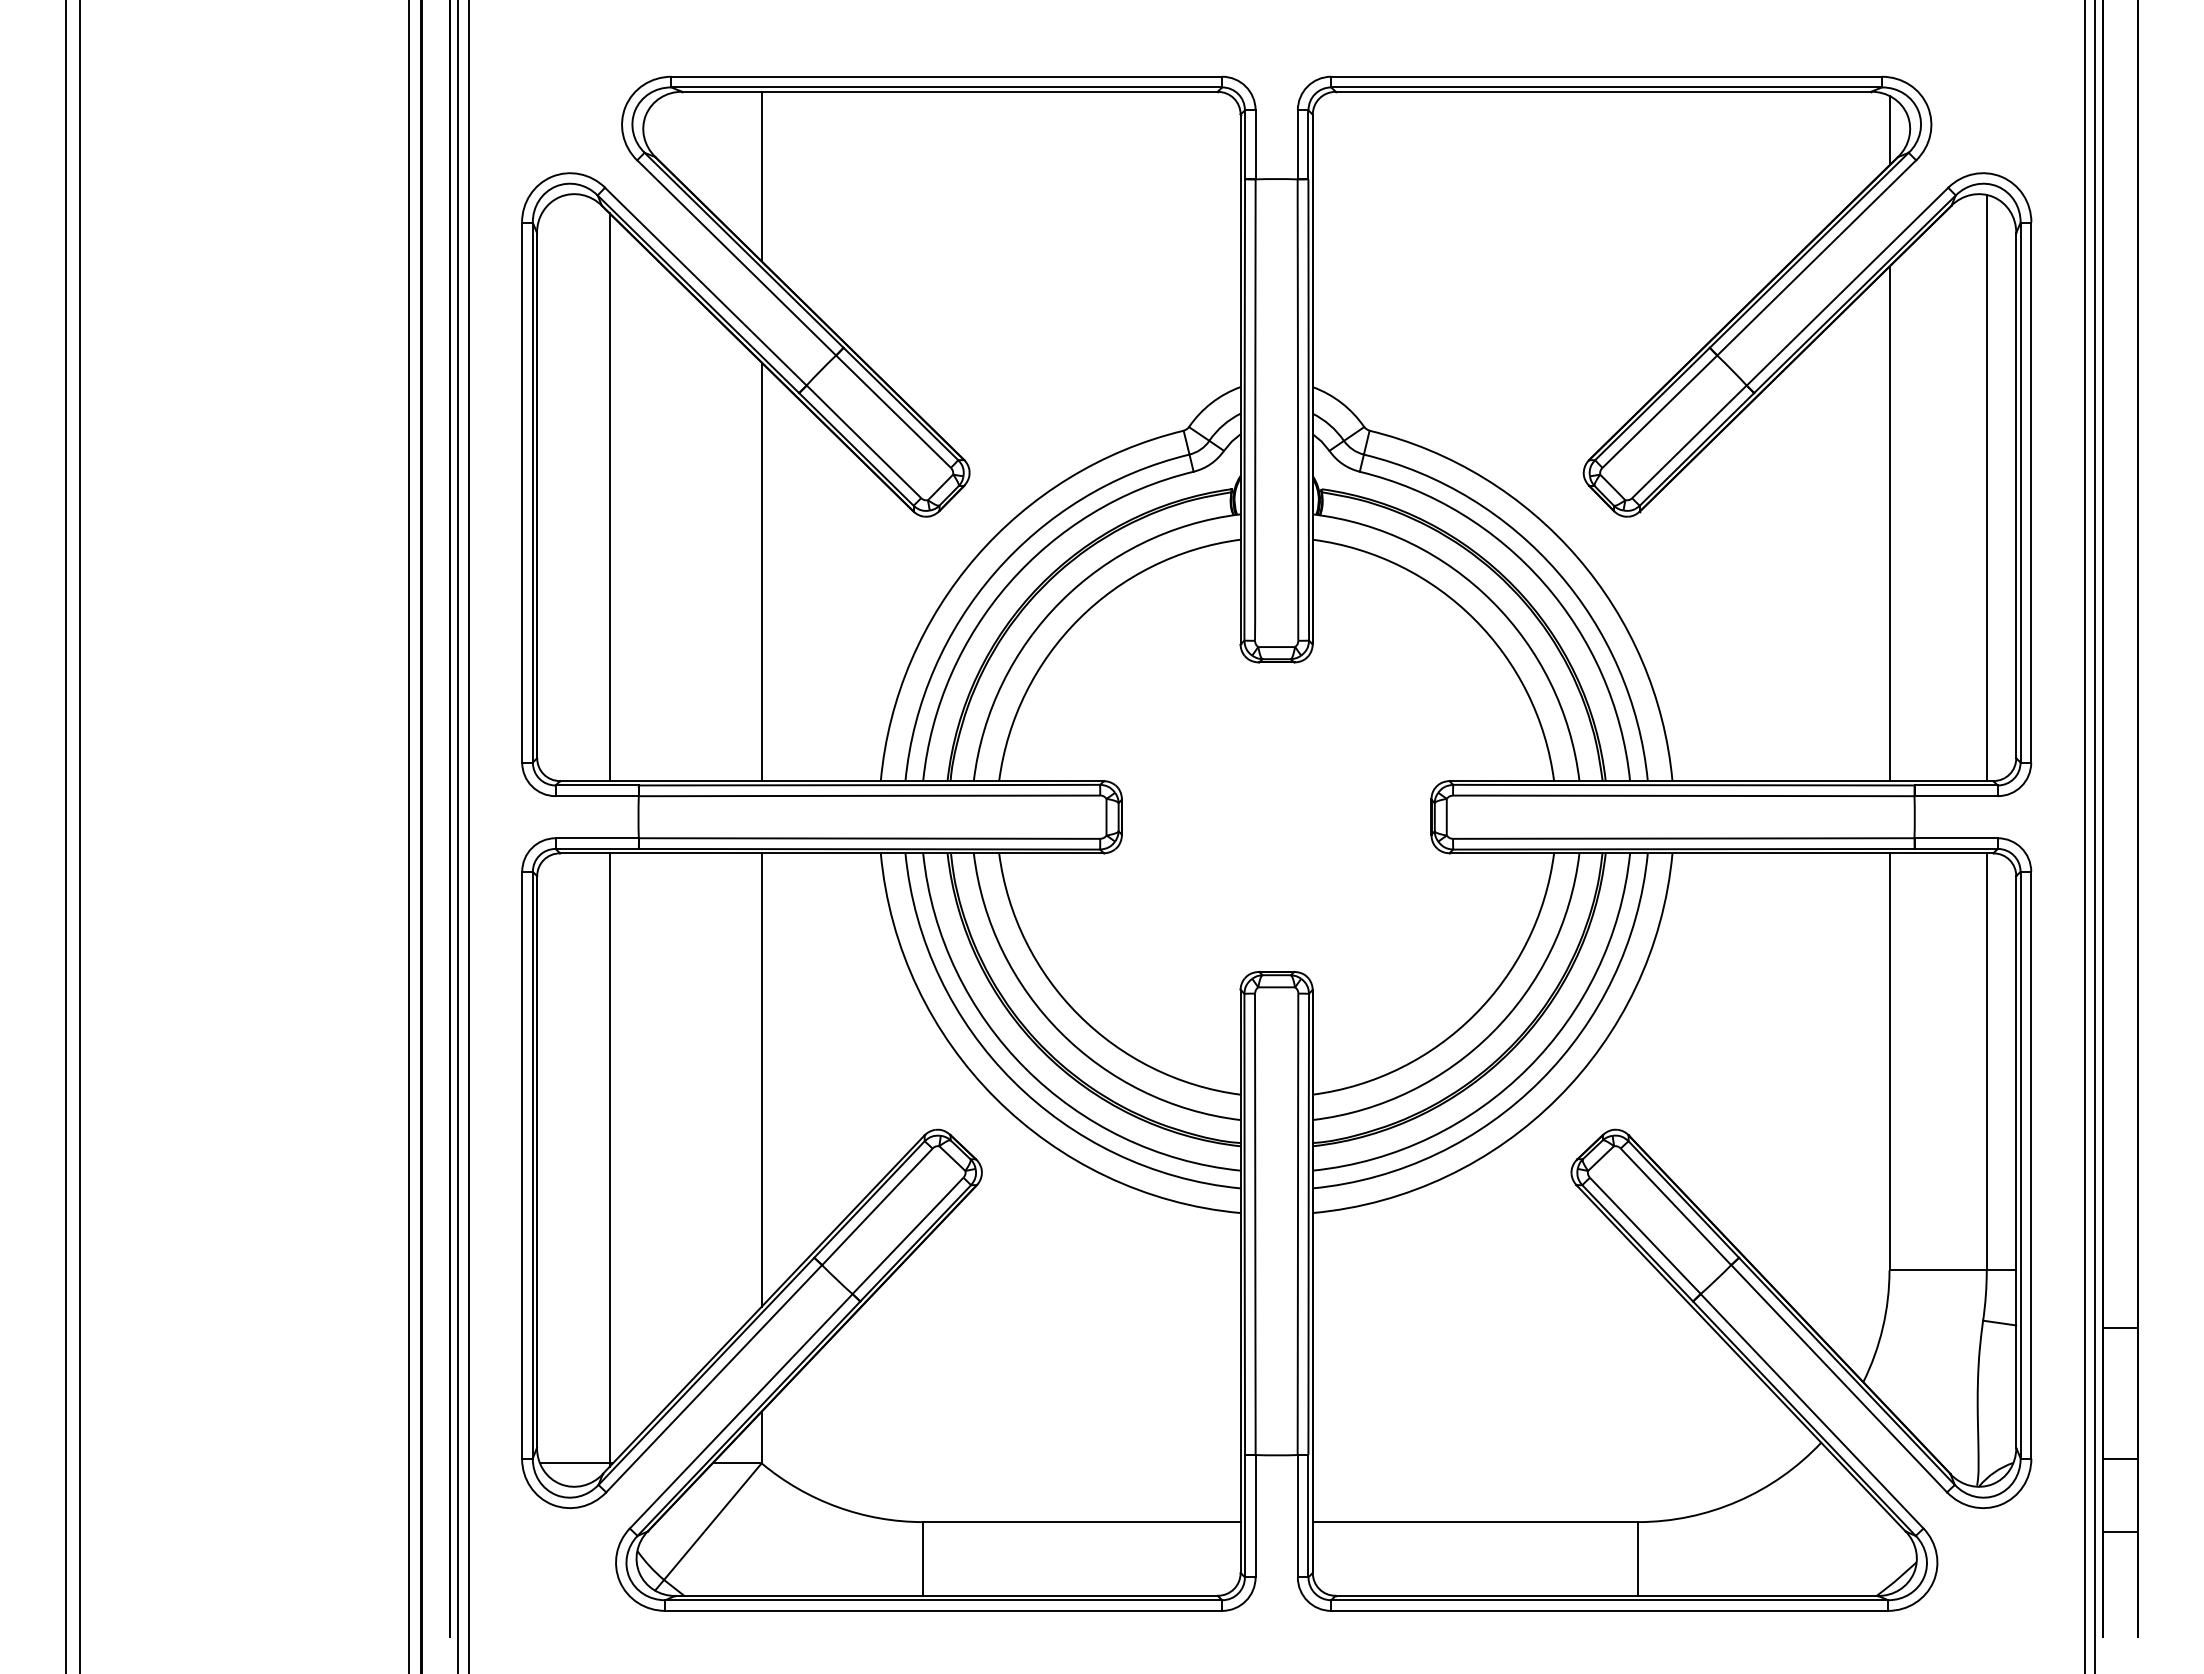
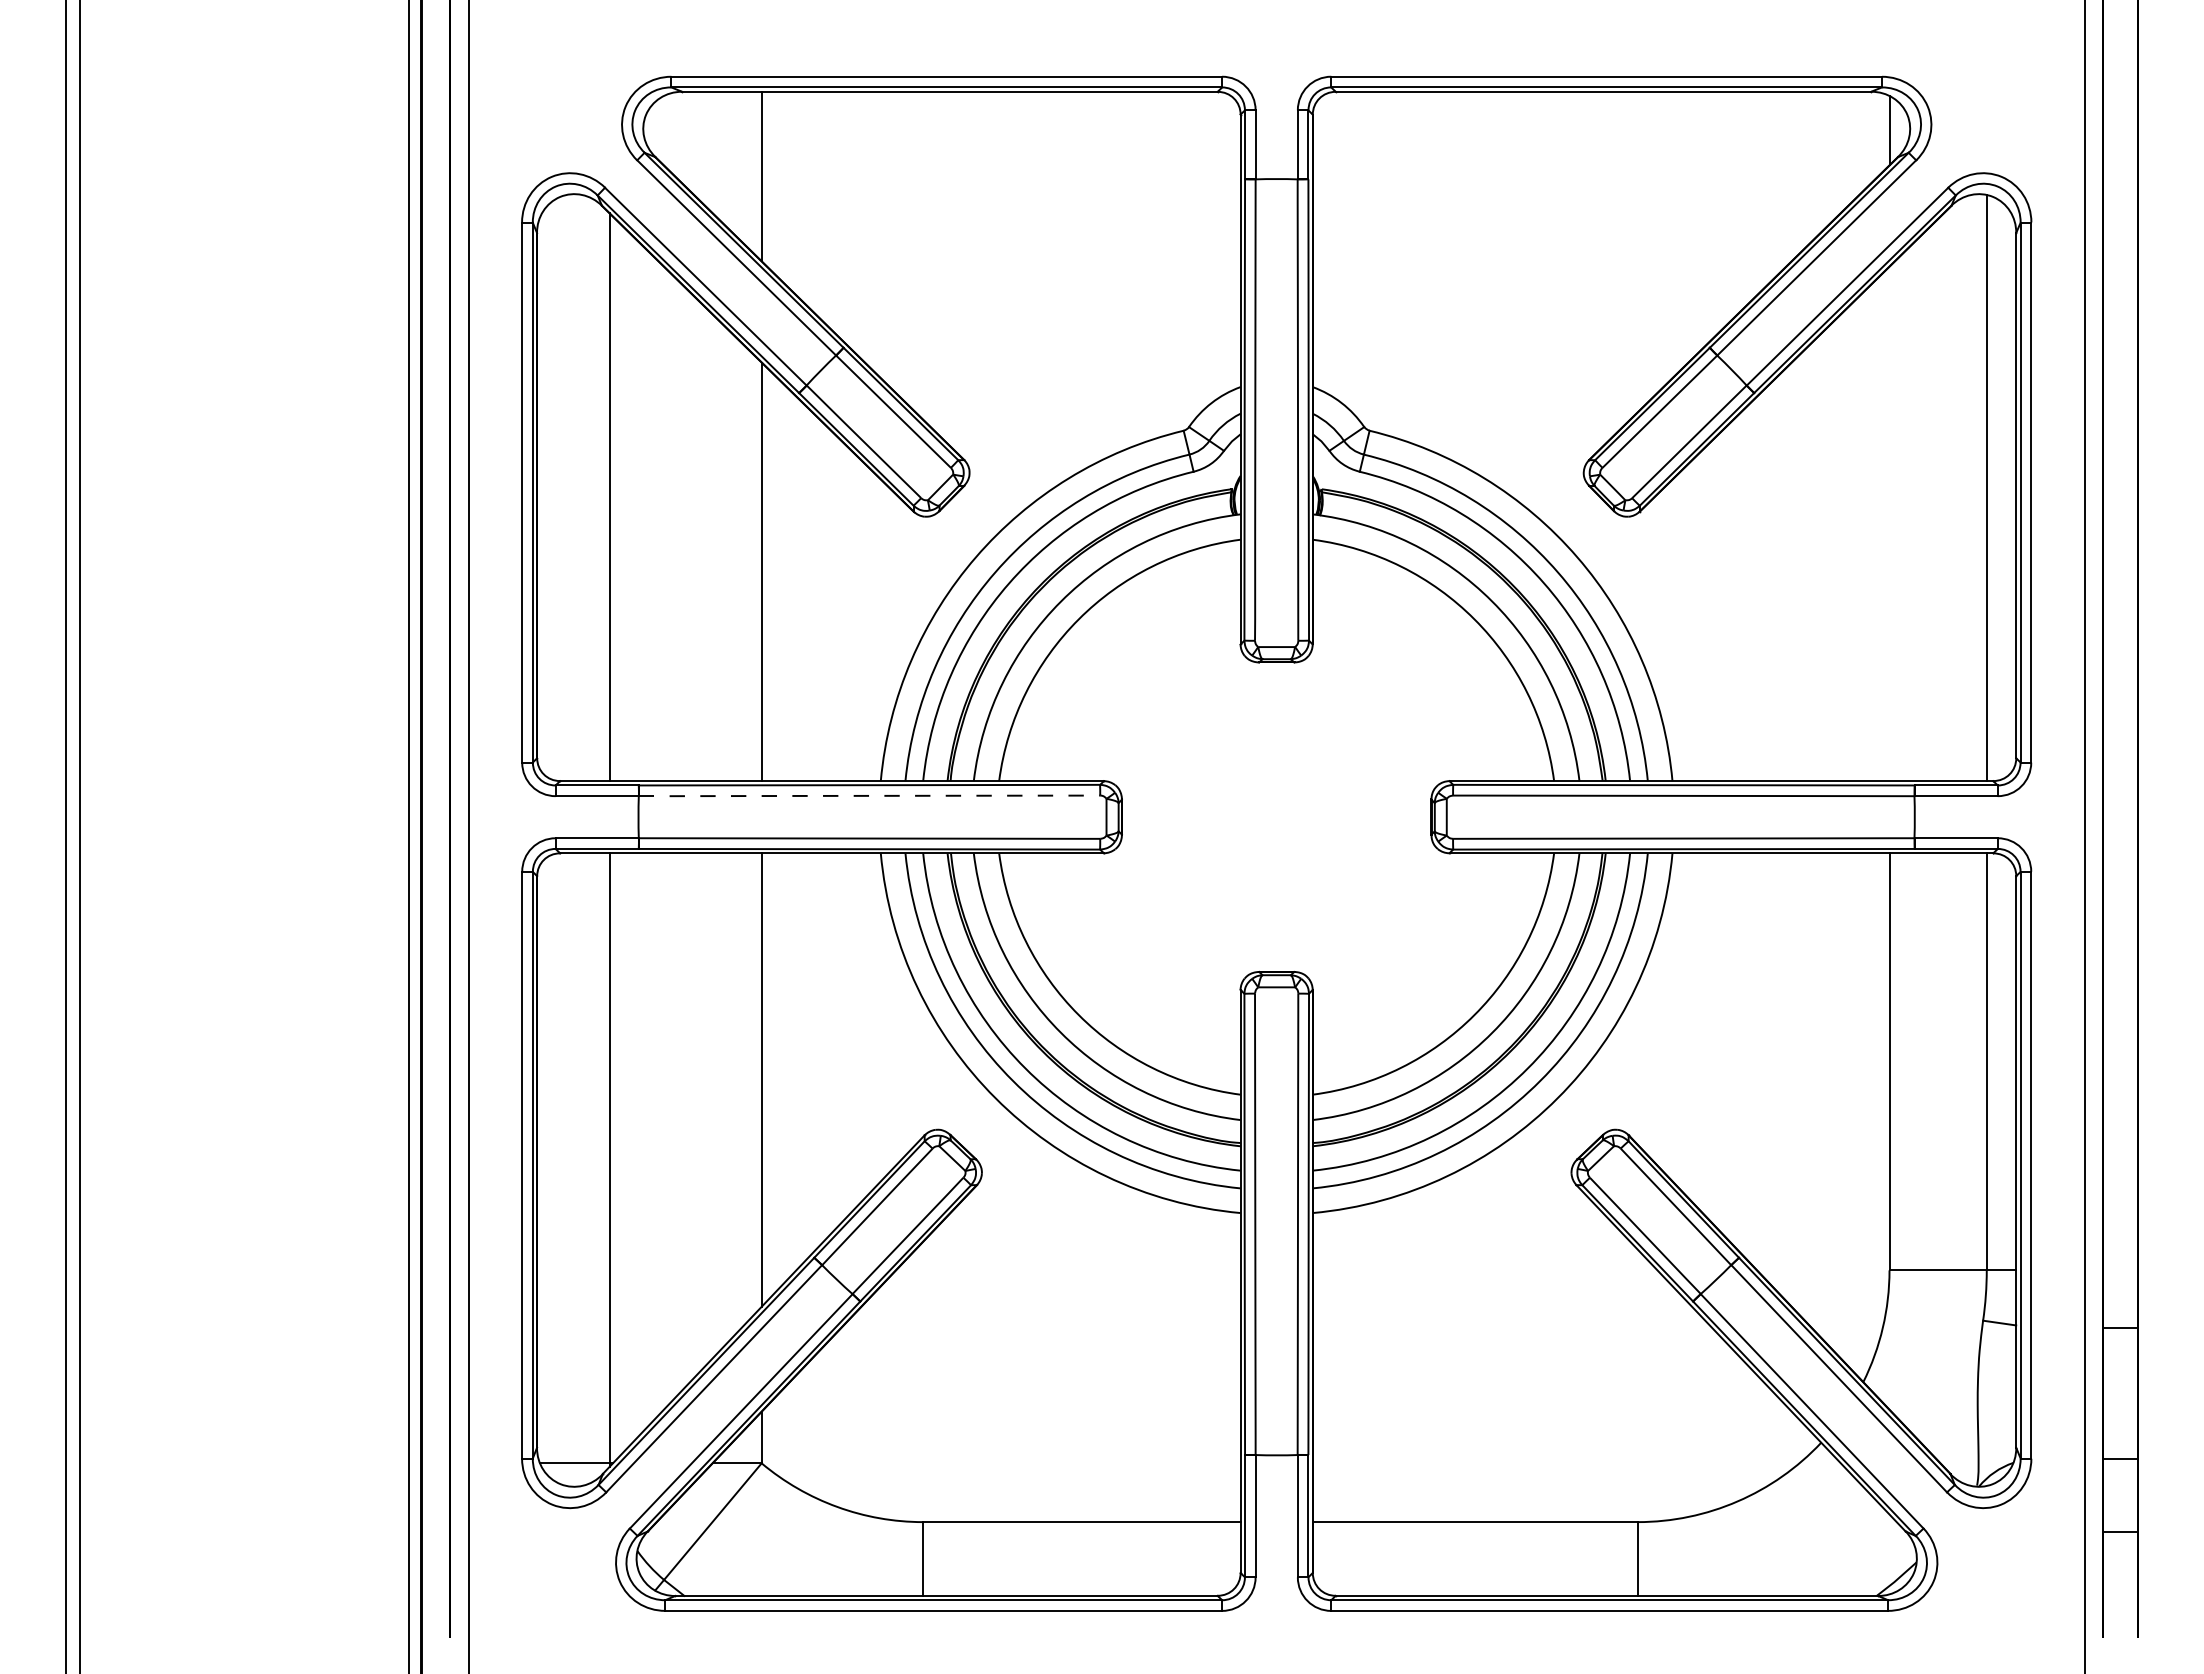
line at (1889, 523): present -> none
line at (868, 795): solid -> dashed
line at (458, 836): present -> none
line at (2095, 836): present -> none
